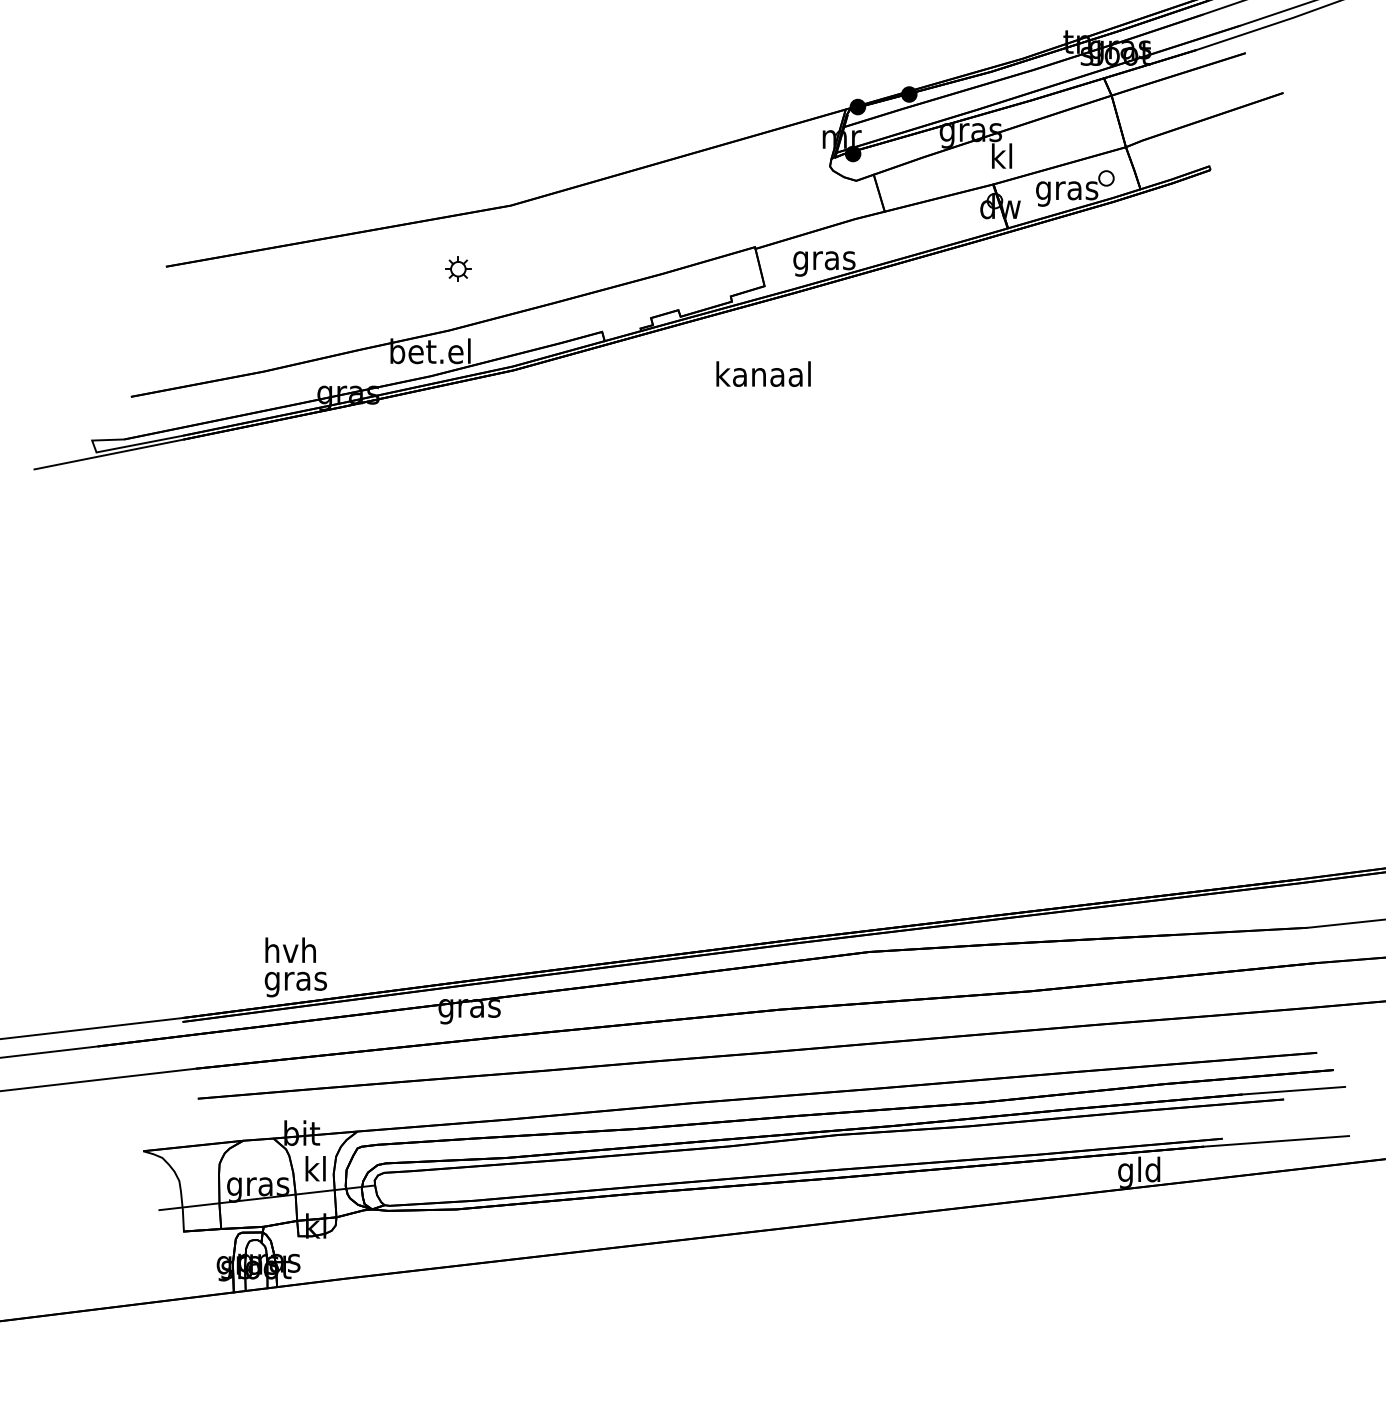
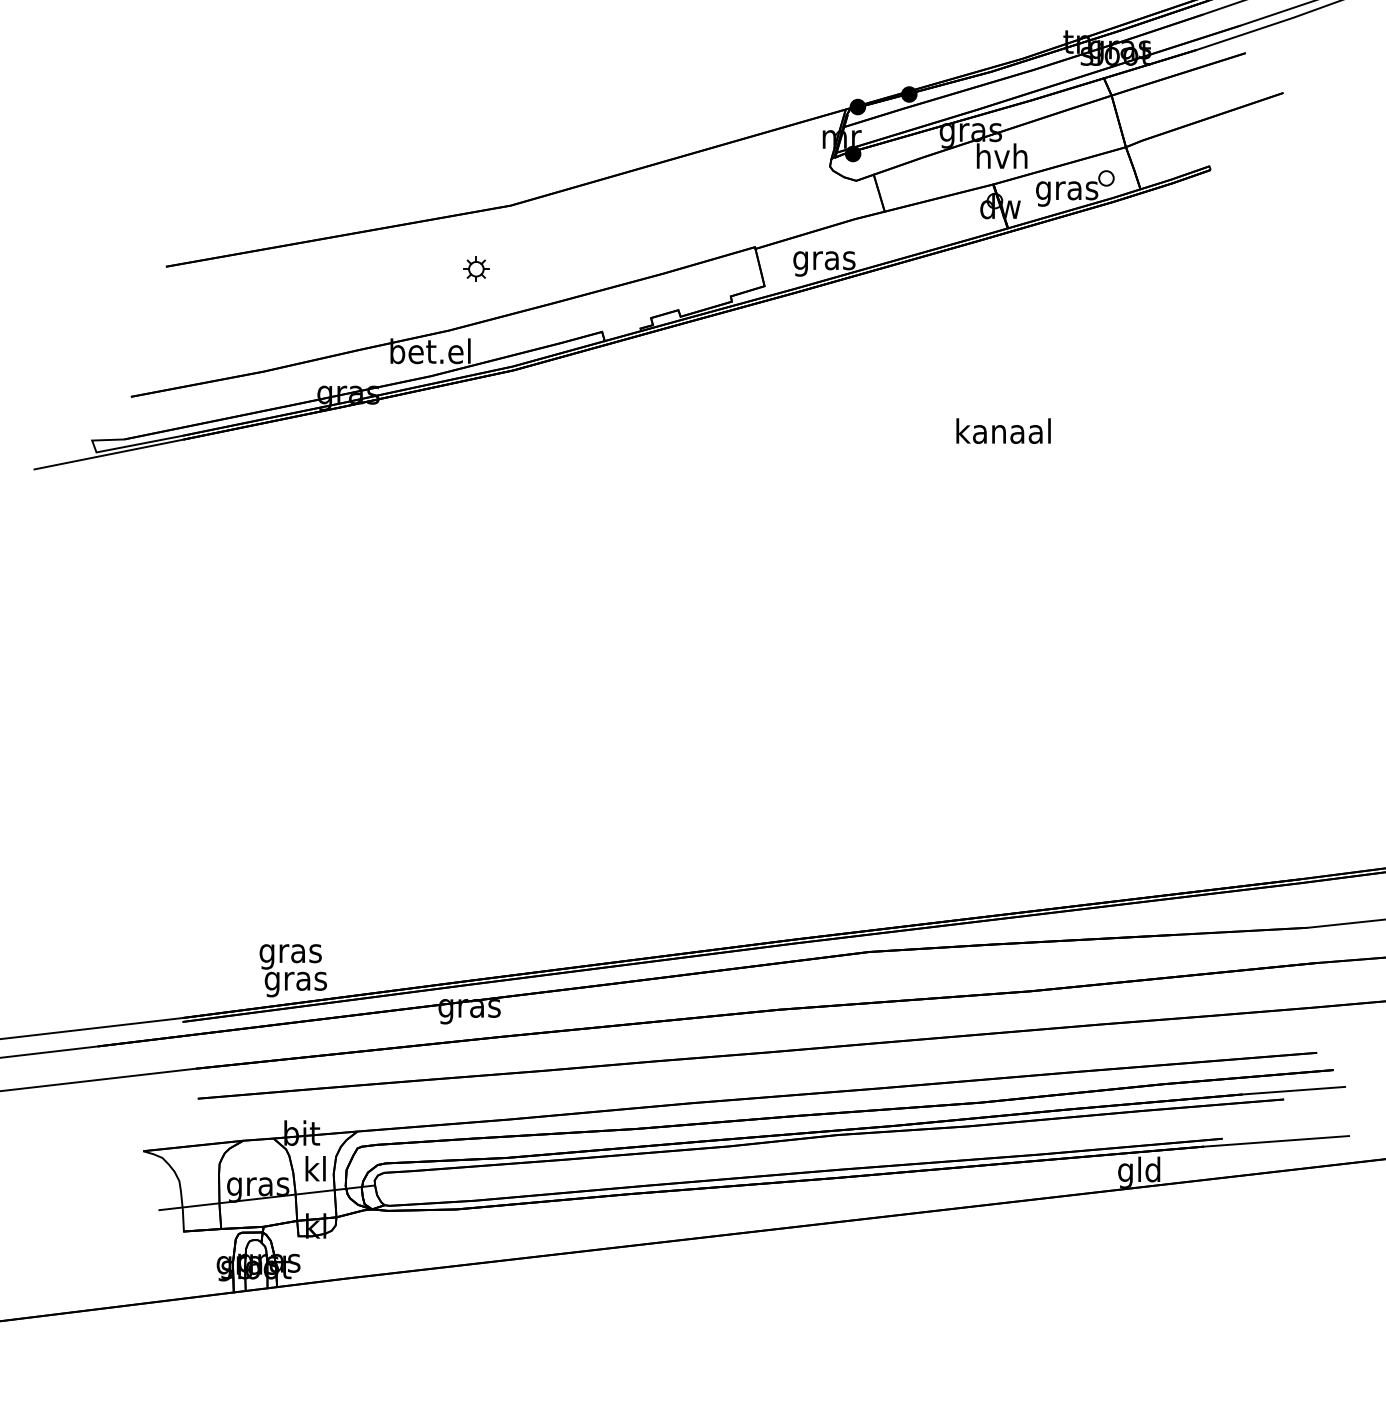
text at (1001, 155): kl -> hvh
part at (458, 268) position: (458, 268) -> (476, 268)
text at (763, 373) position: (763, 373) -> (1003, 430)
text at (290, 953): hvh -> gras
